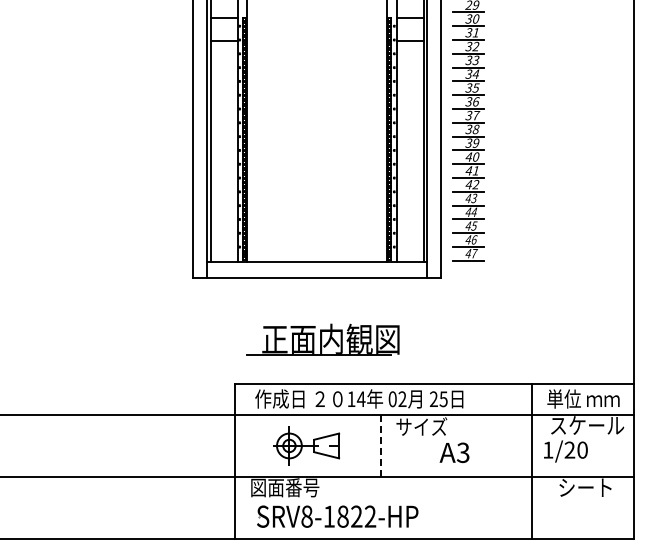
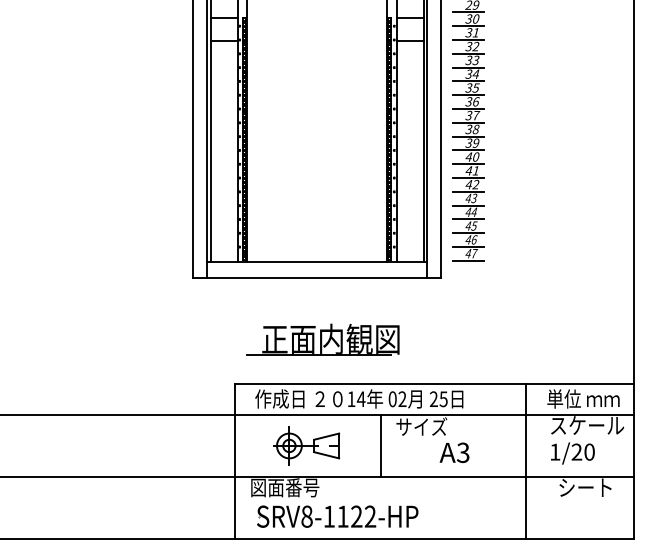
line at (380, 446): dashed -> solid
text at (565, 451) position: (565, 451) -> (572, 453)
line at (531, 461) position: (531, 461) -> (525, 461)
text at (342, 516): SRV8-1822-HP -> SRV8-1122-HP
